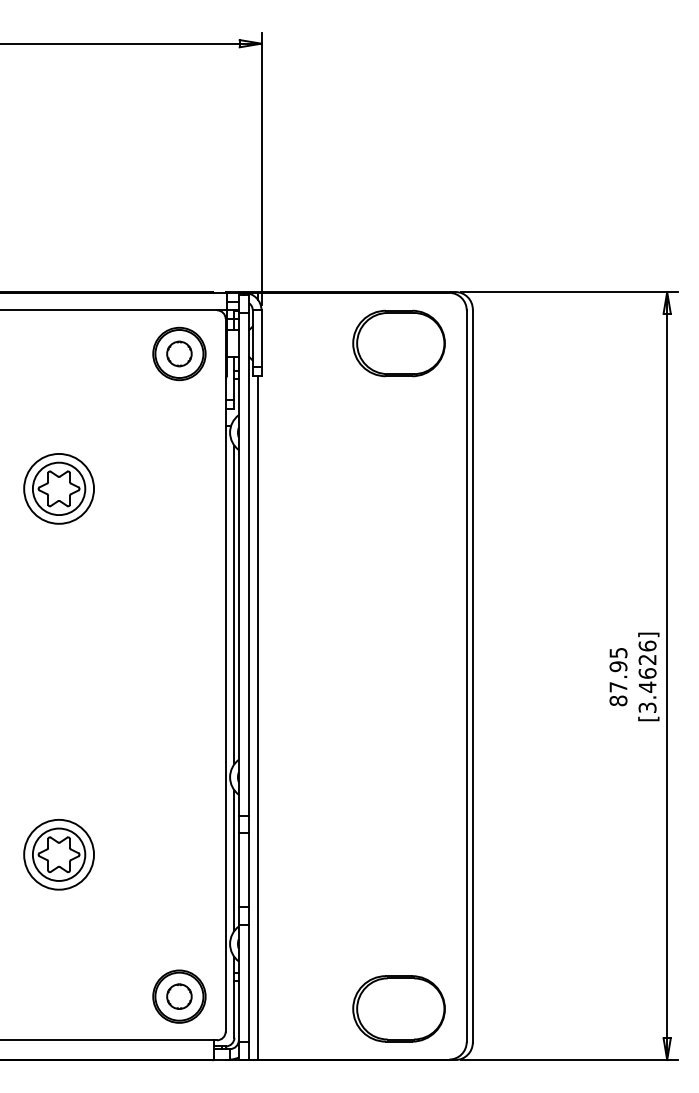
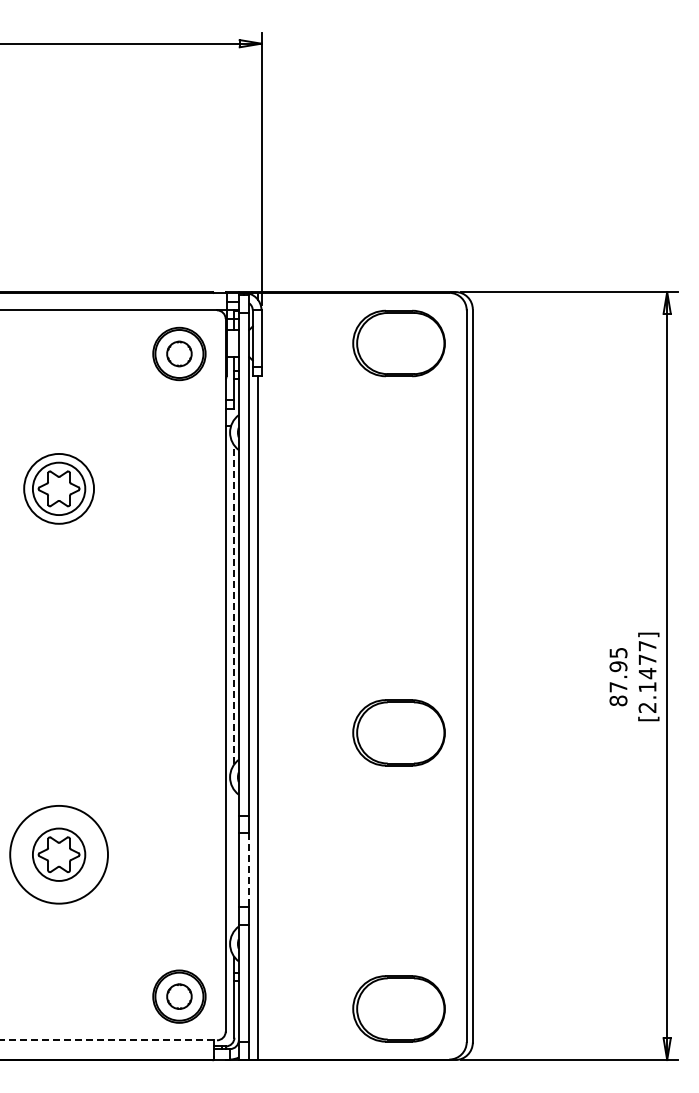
line at (234, 604): solid -> dashed
text at (647, 676): [3.4626] -> [2.1477]
part at (398, 732): none -> present
circle at (59, 854) diameter: 70 px -> 98 px
line at (234, 860): present -> none
line at (249, 870): solid -> dashed
line at (108, 1040): solid -> dashed
